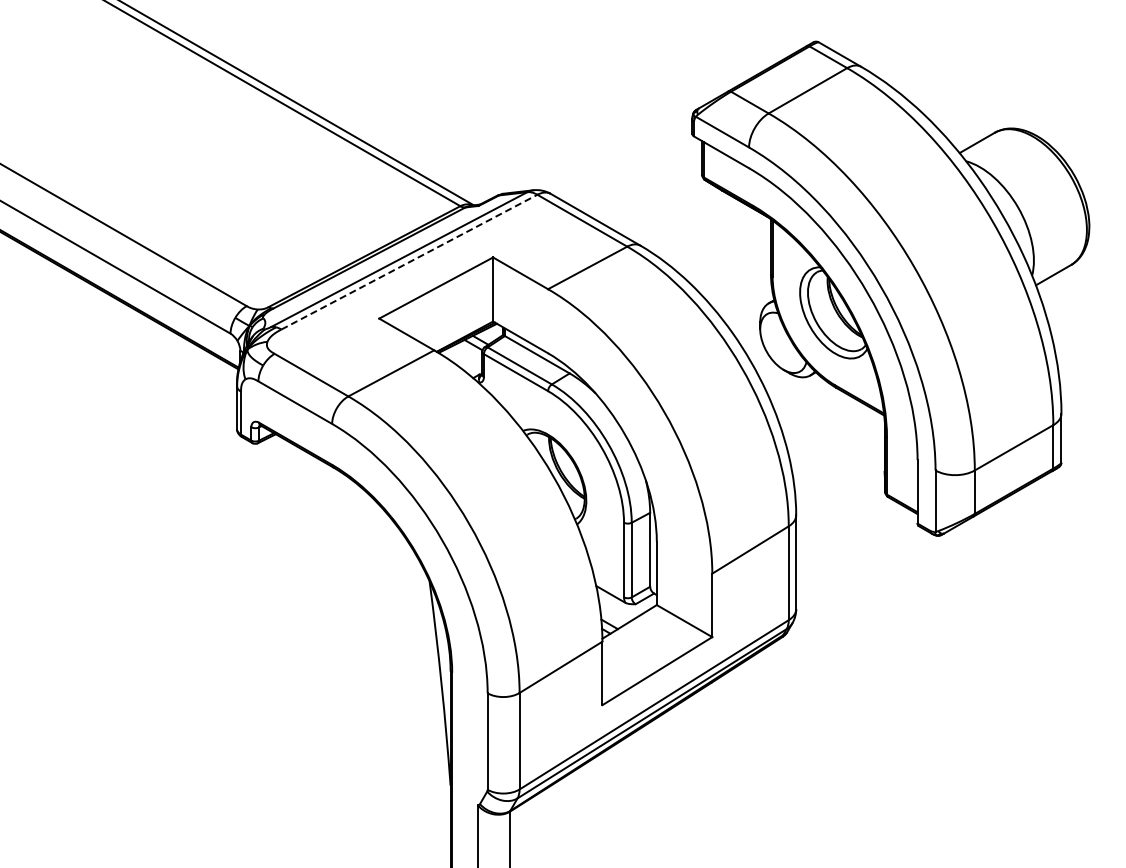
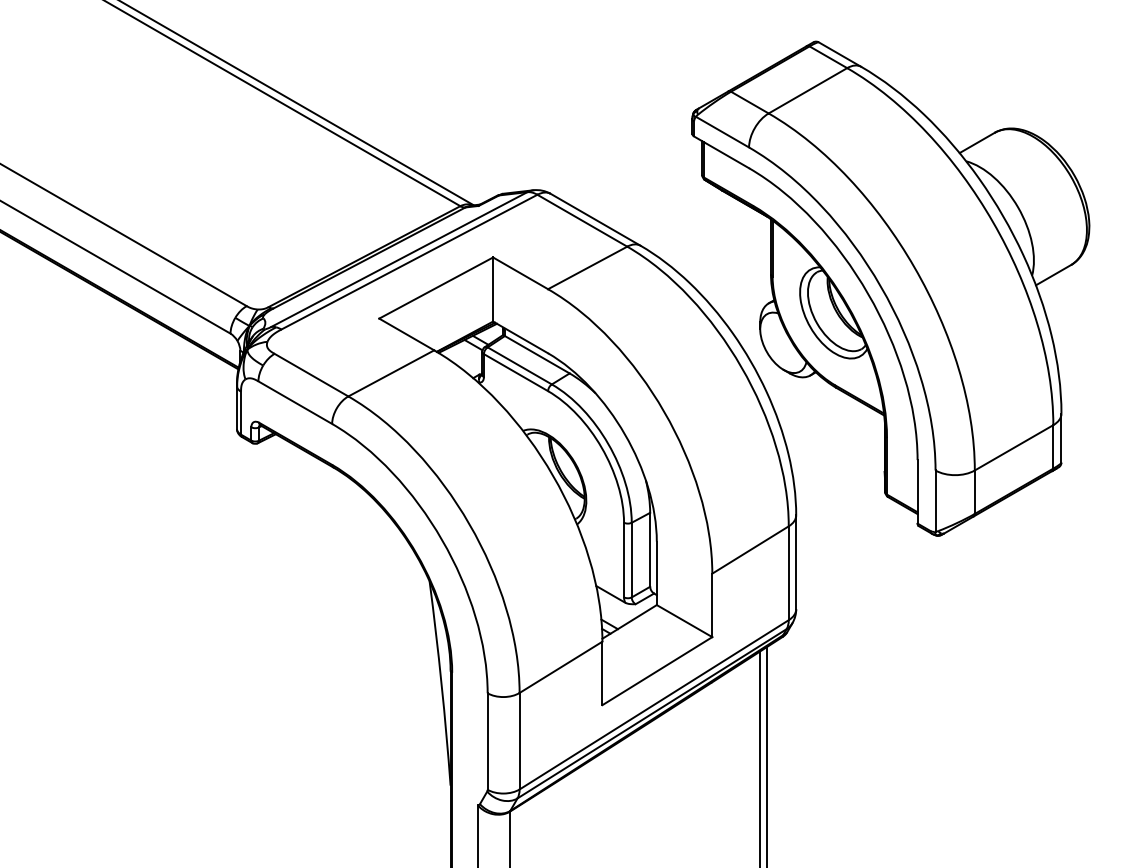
line at (409, 262): dashed -> solid
line at (767, 755): none -> present
line at (760, 757): none -> present
